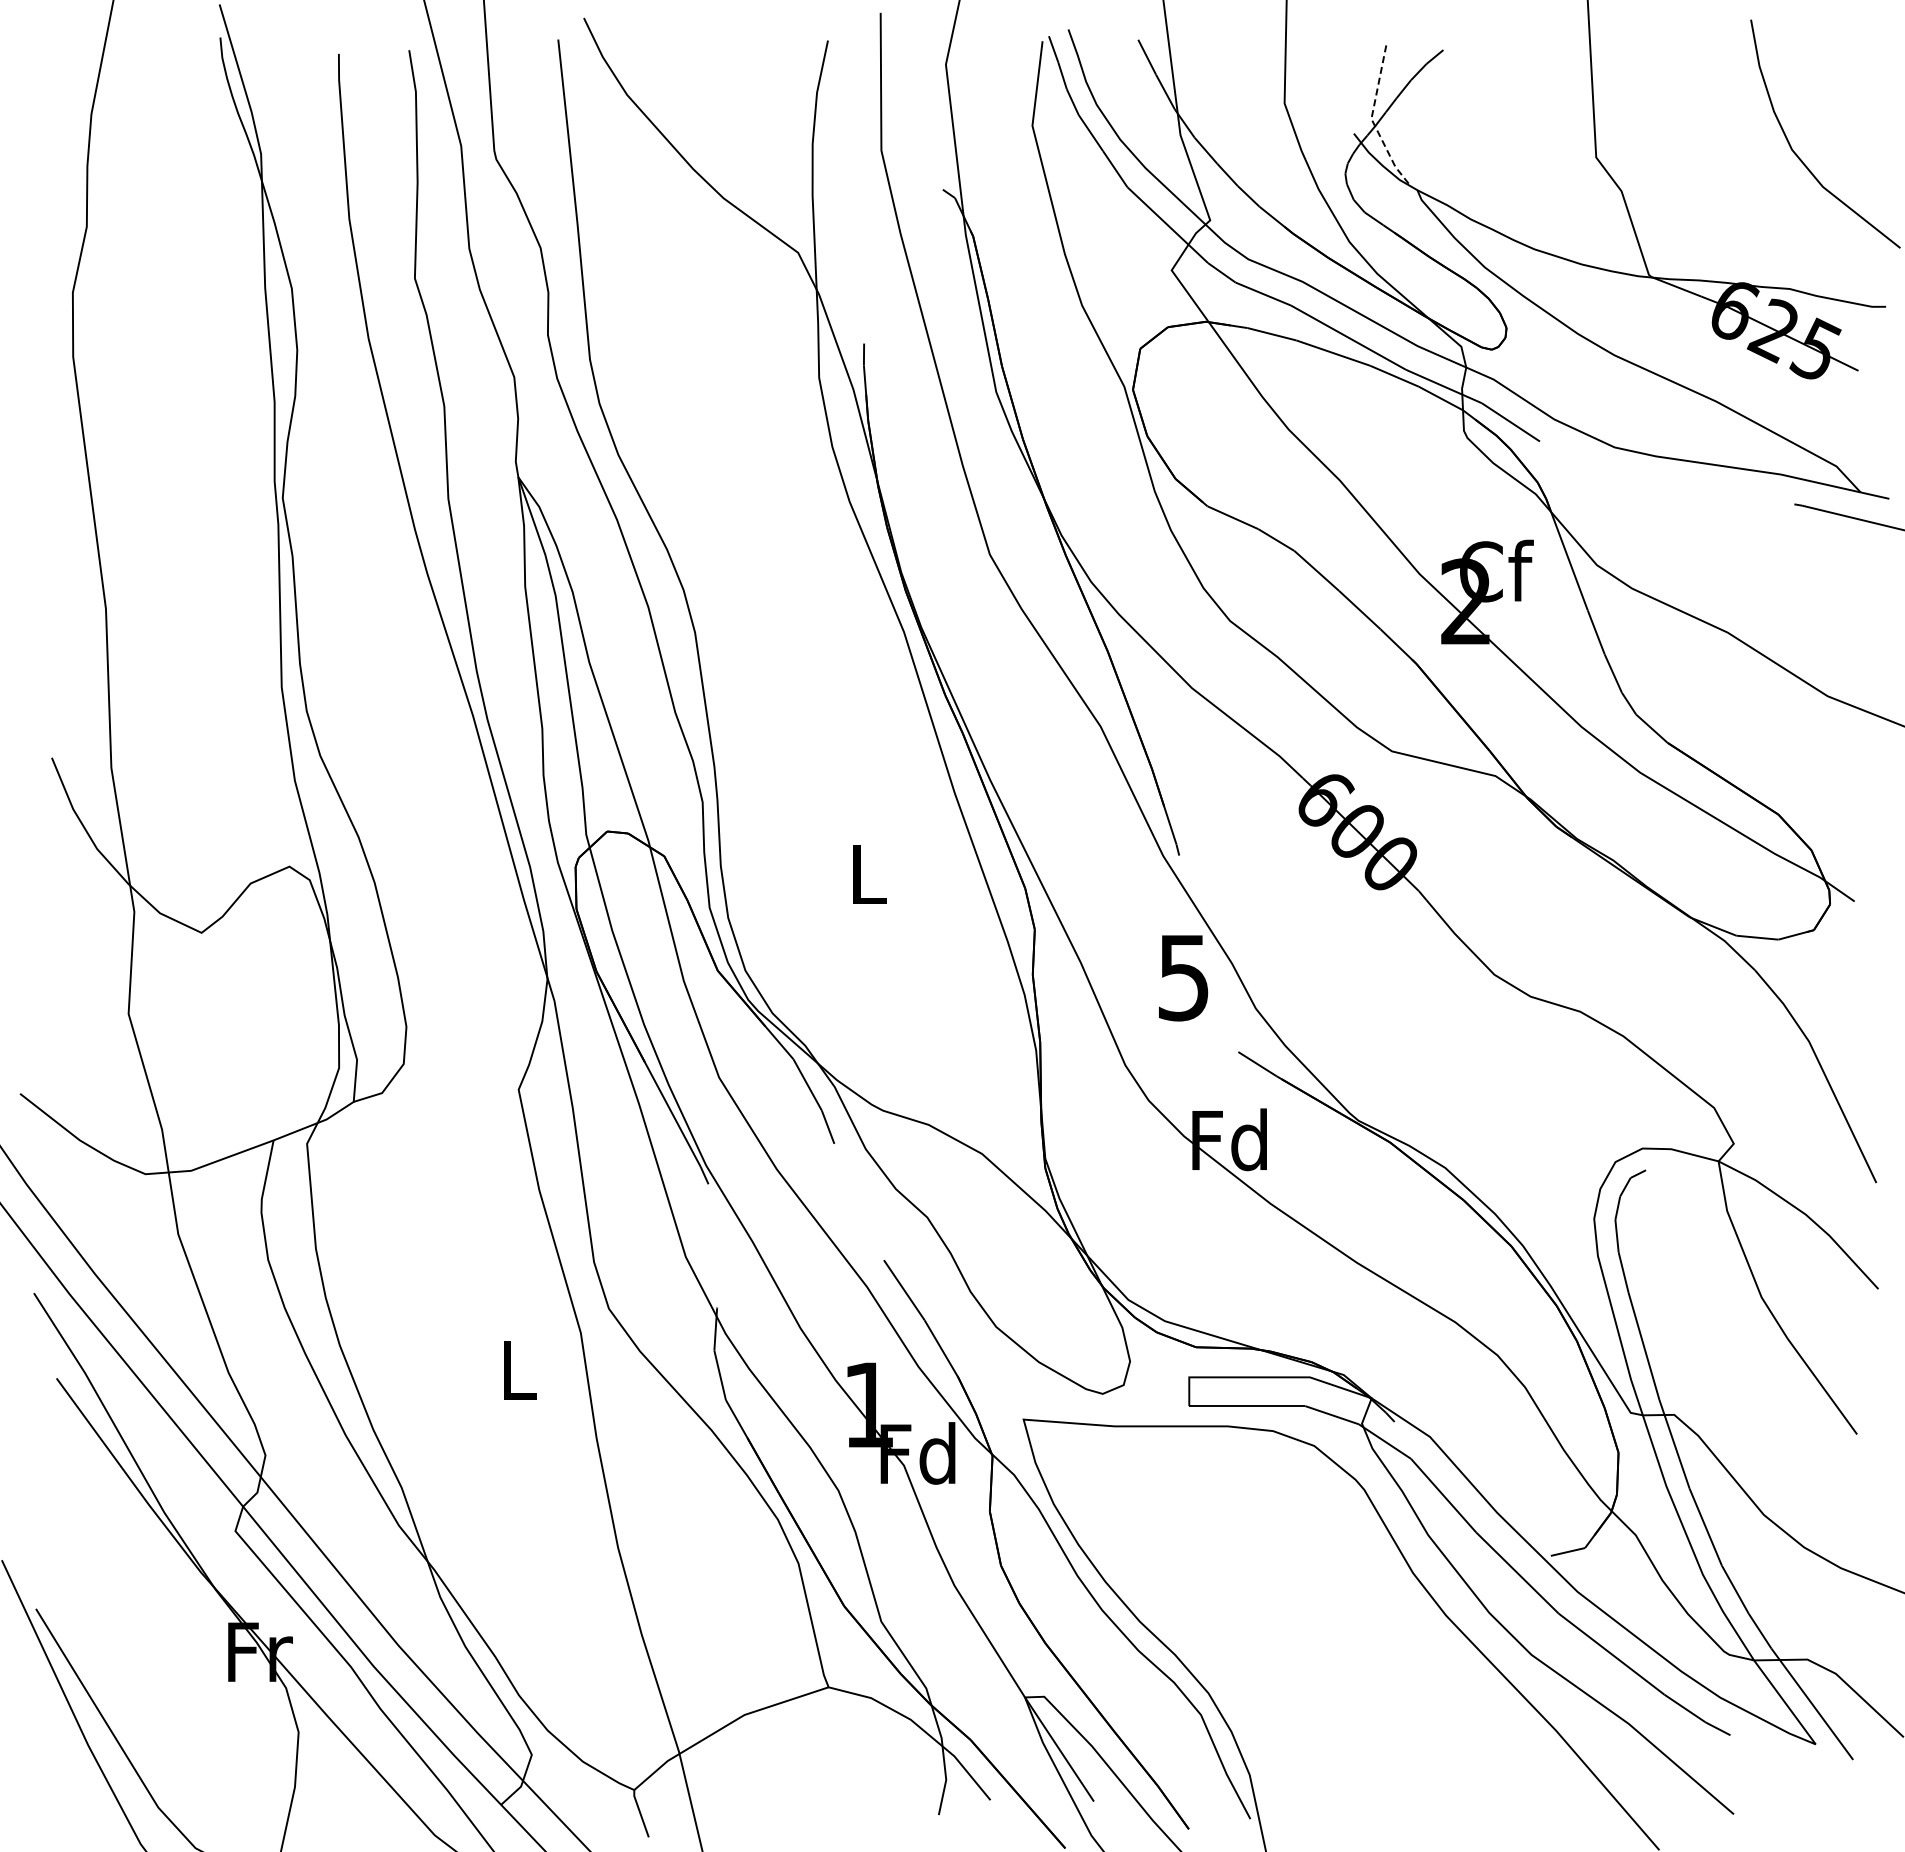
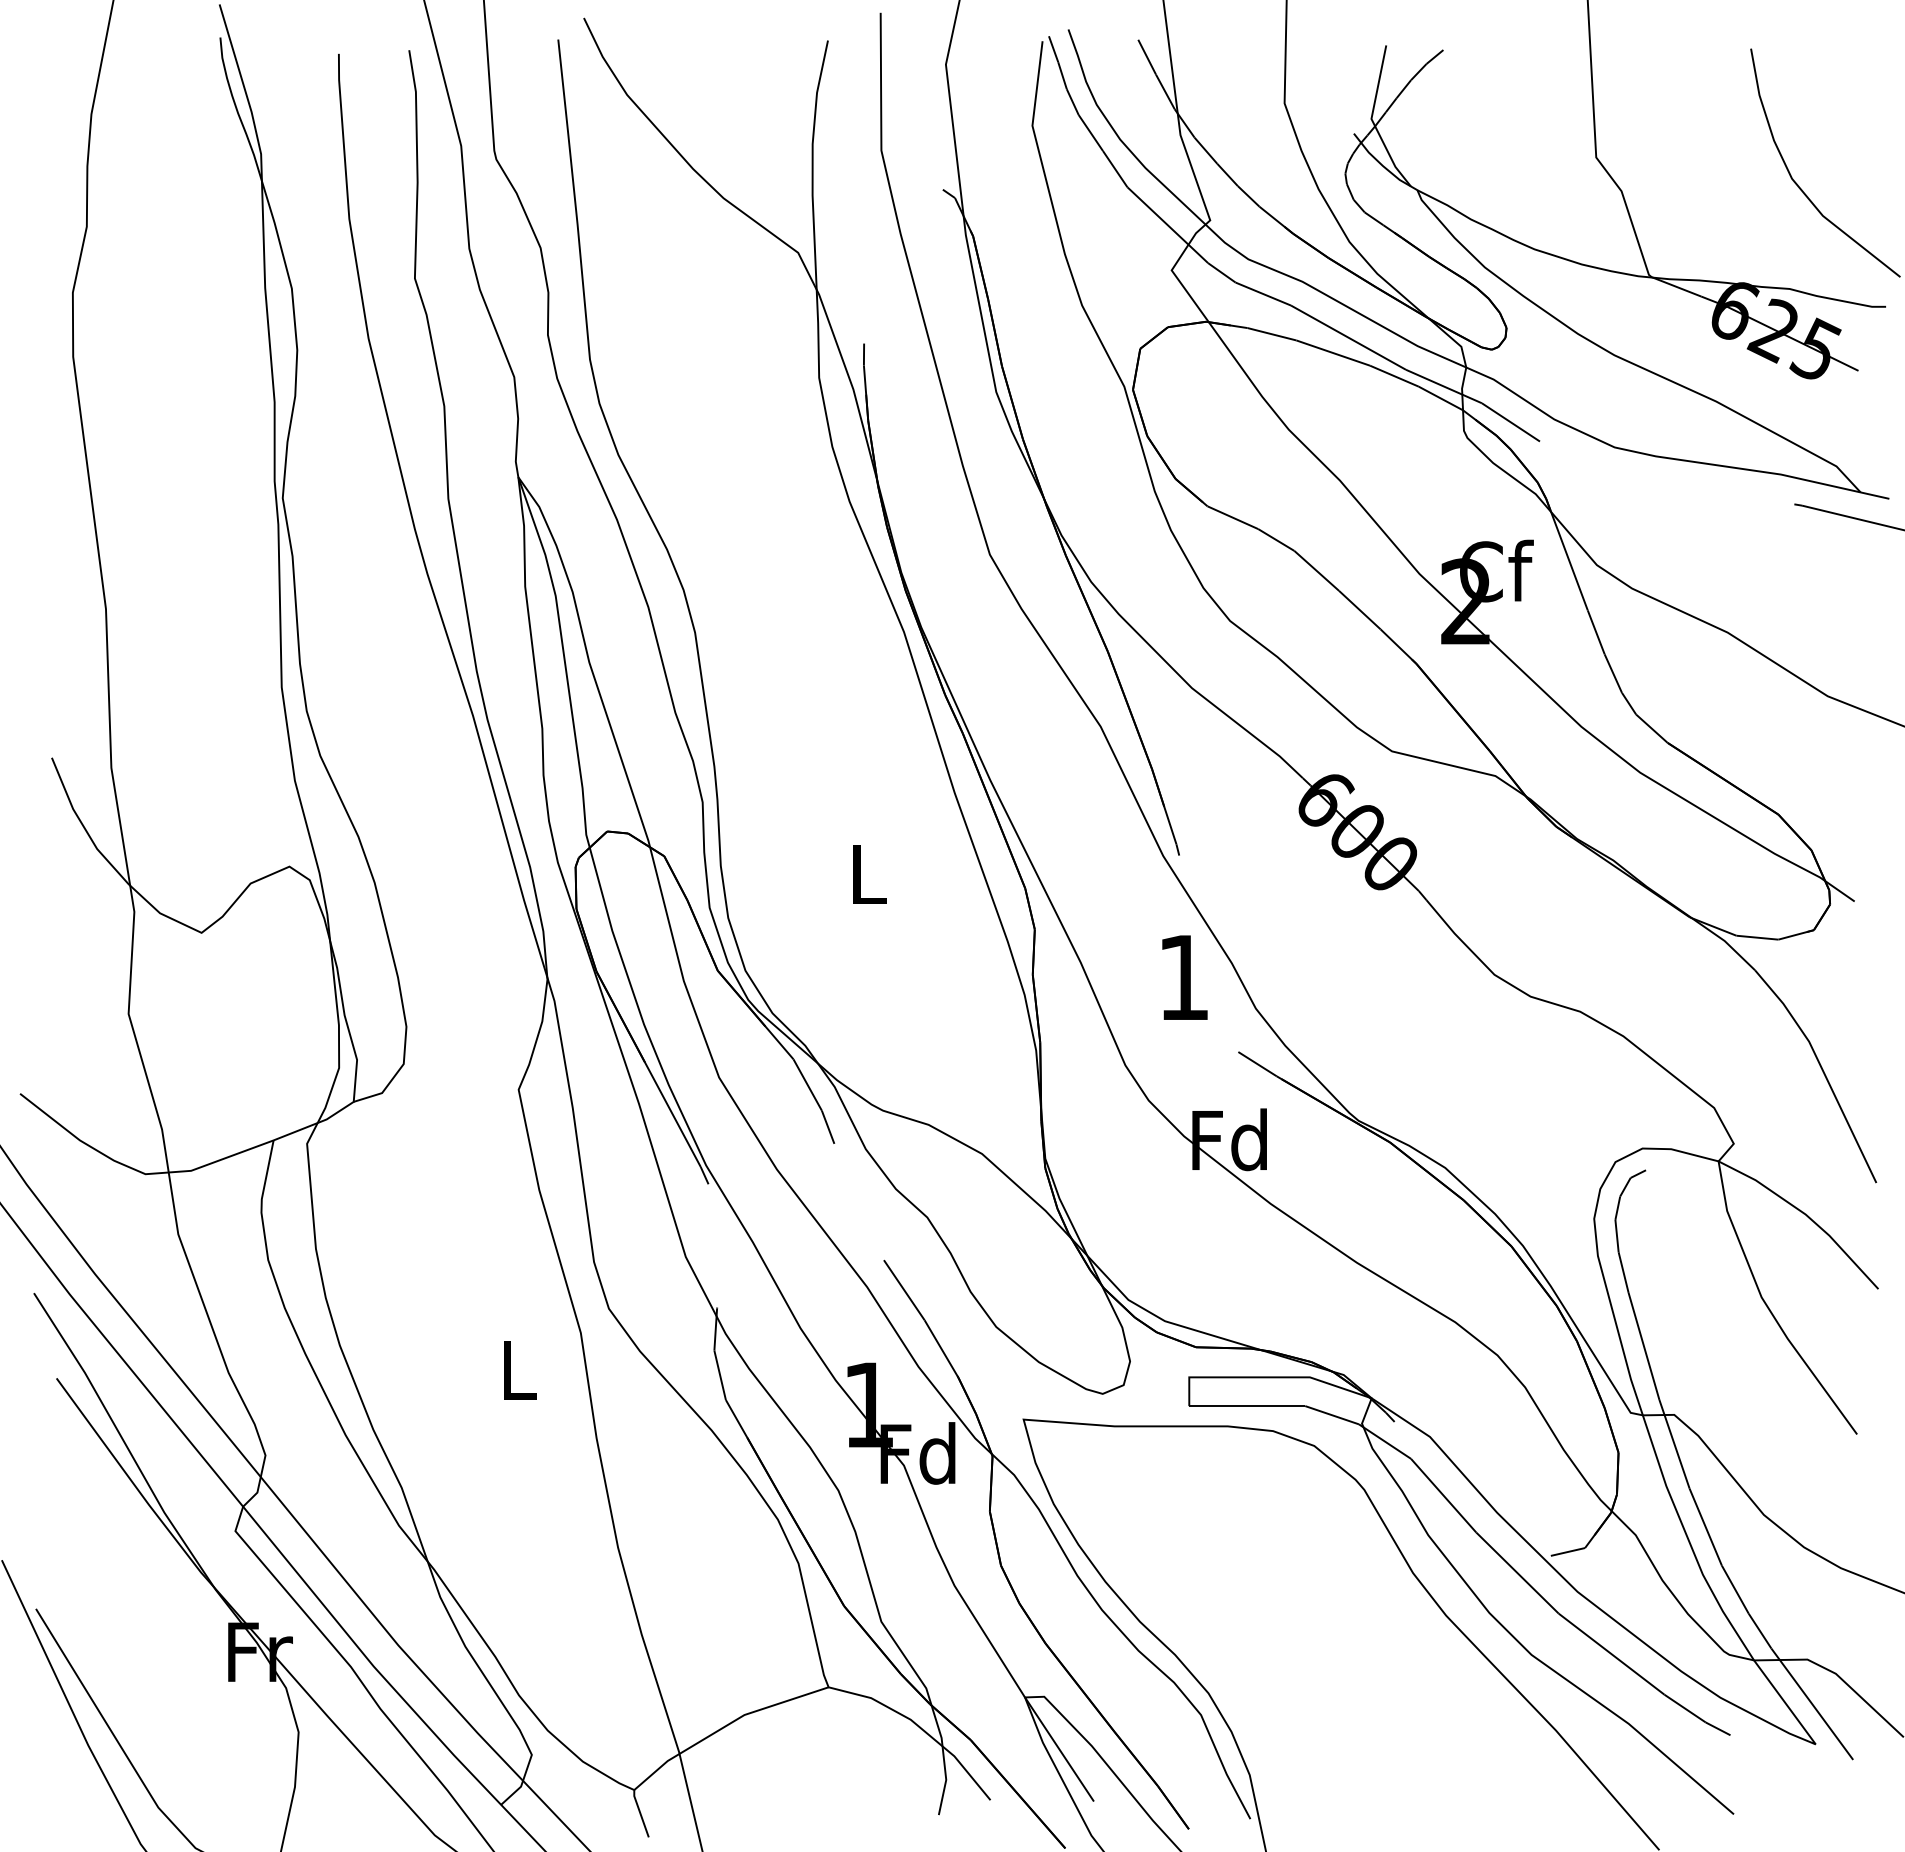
line at (1372, 120): dashed -> solid
curve at (1798, 155) position: (1798, 155) -> (1798, 184)
text at (1183, 978): 5 -> 1
